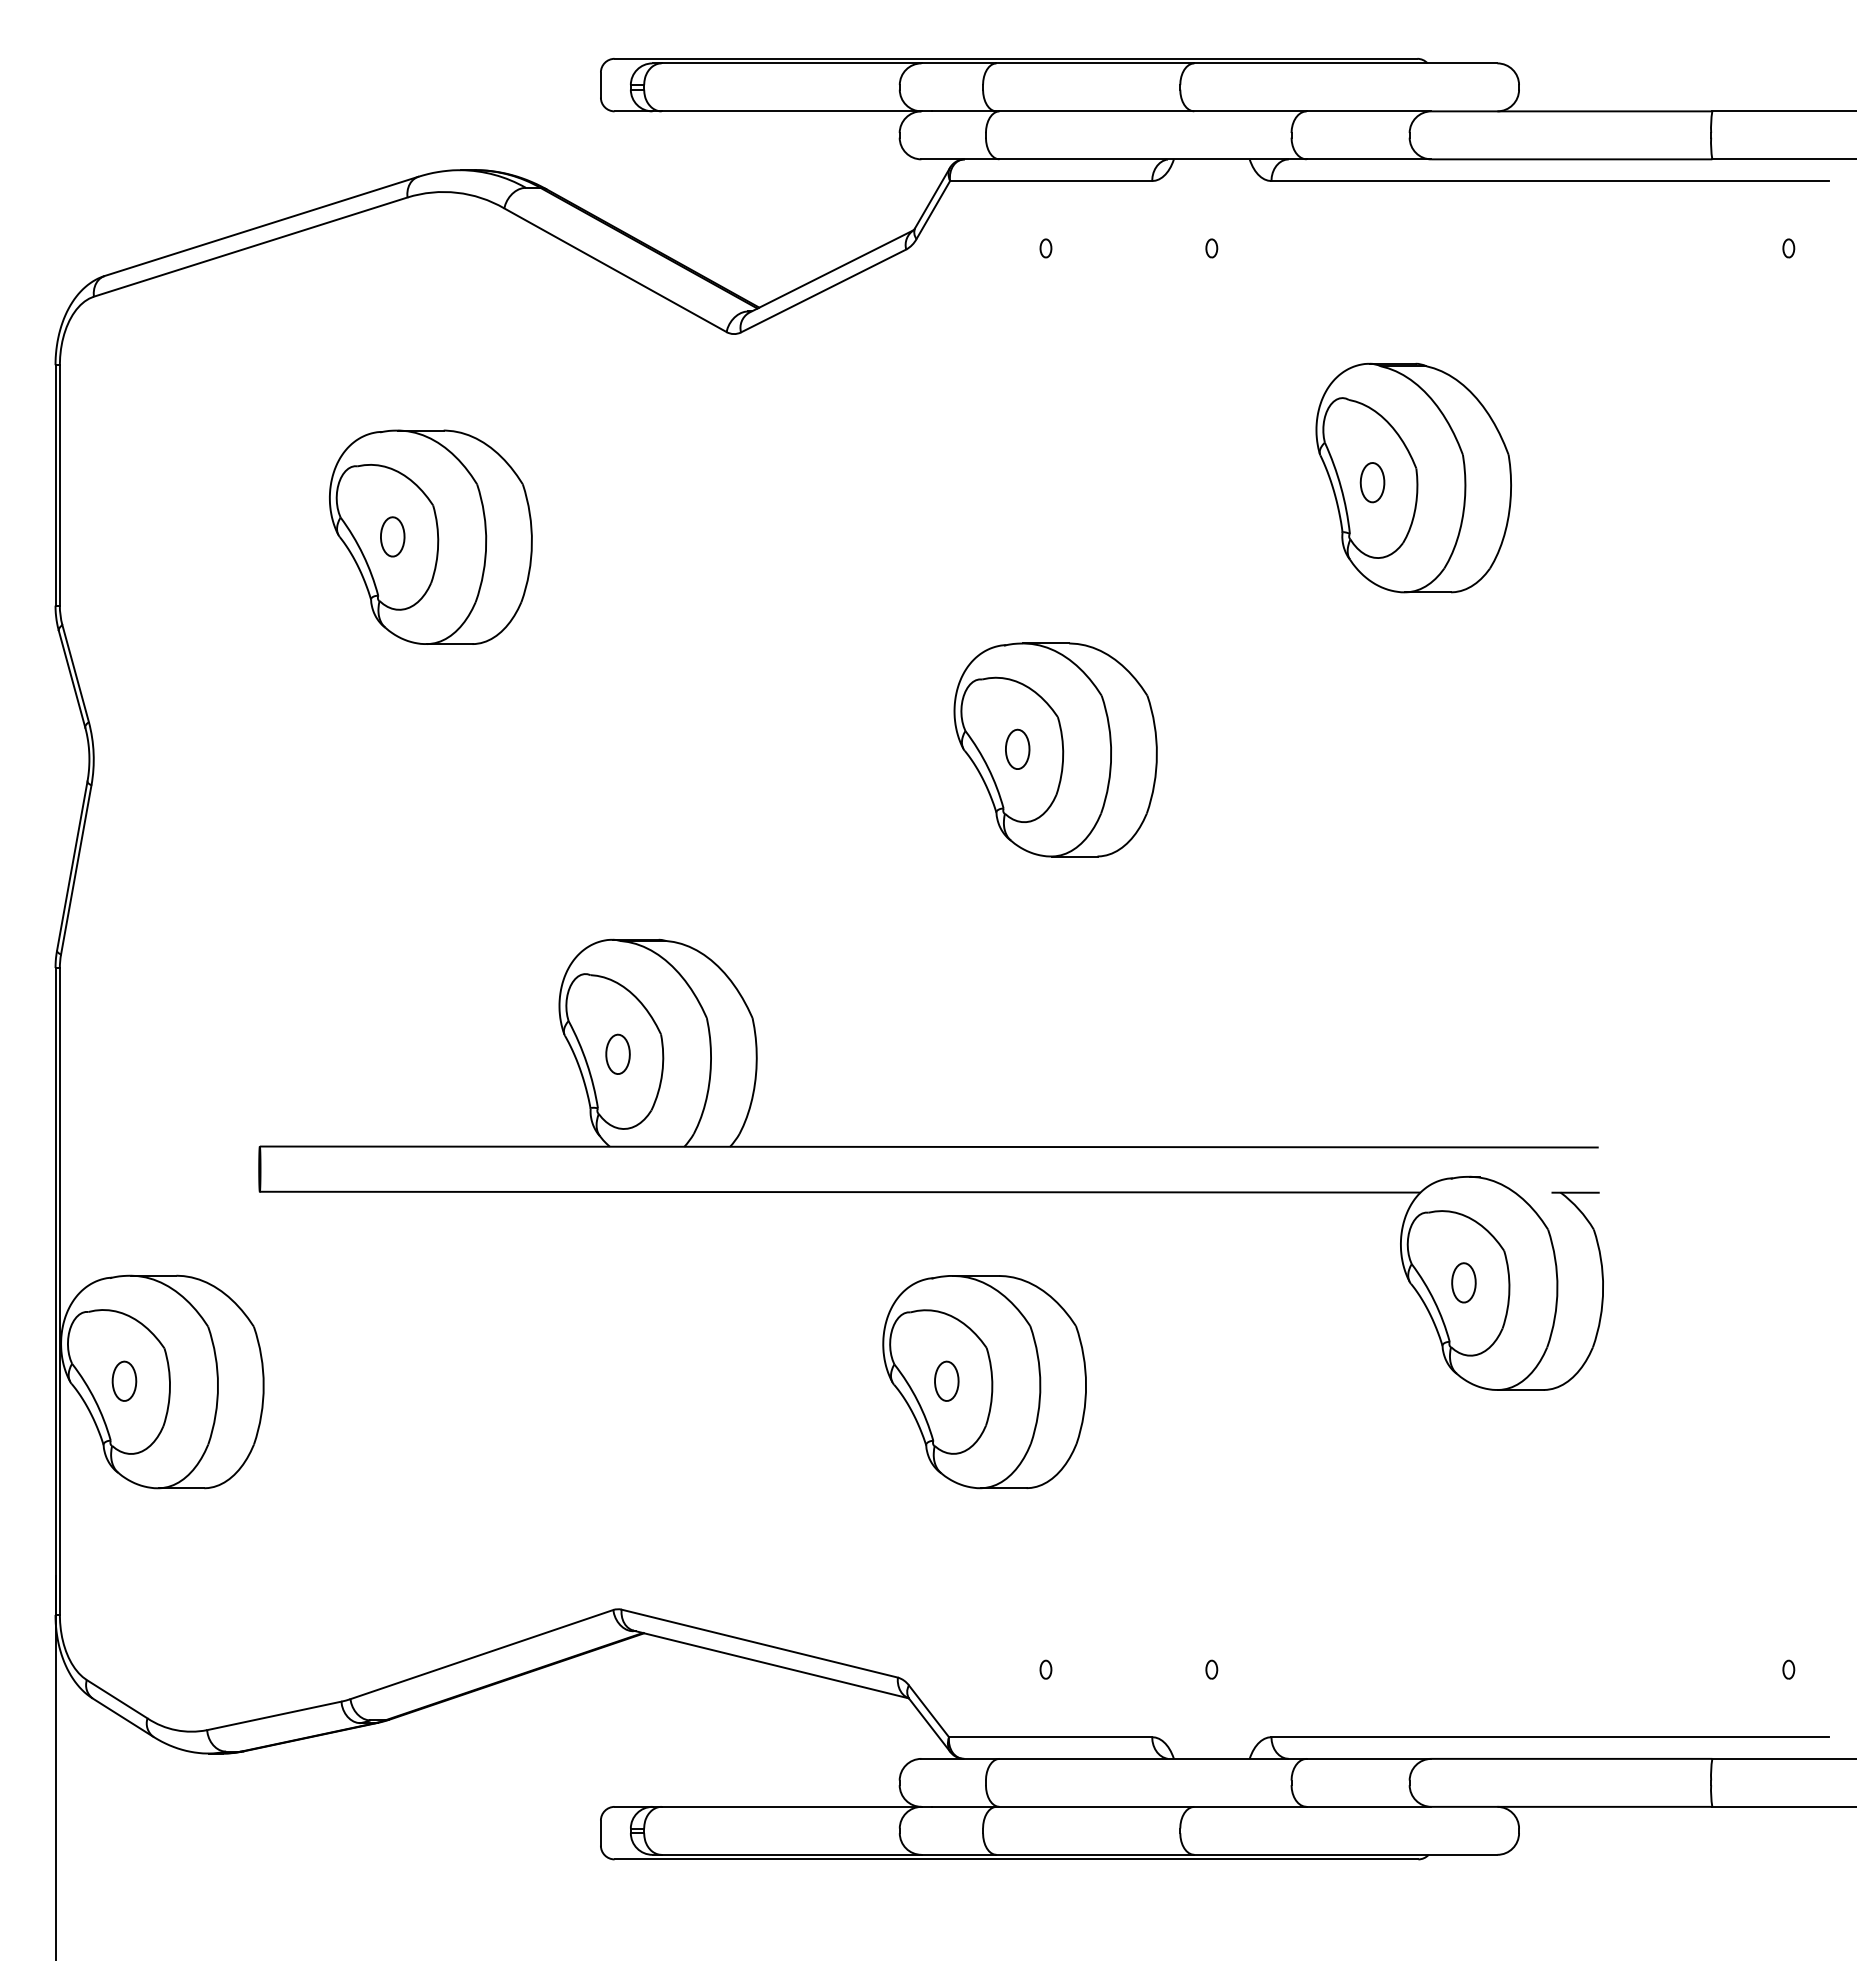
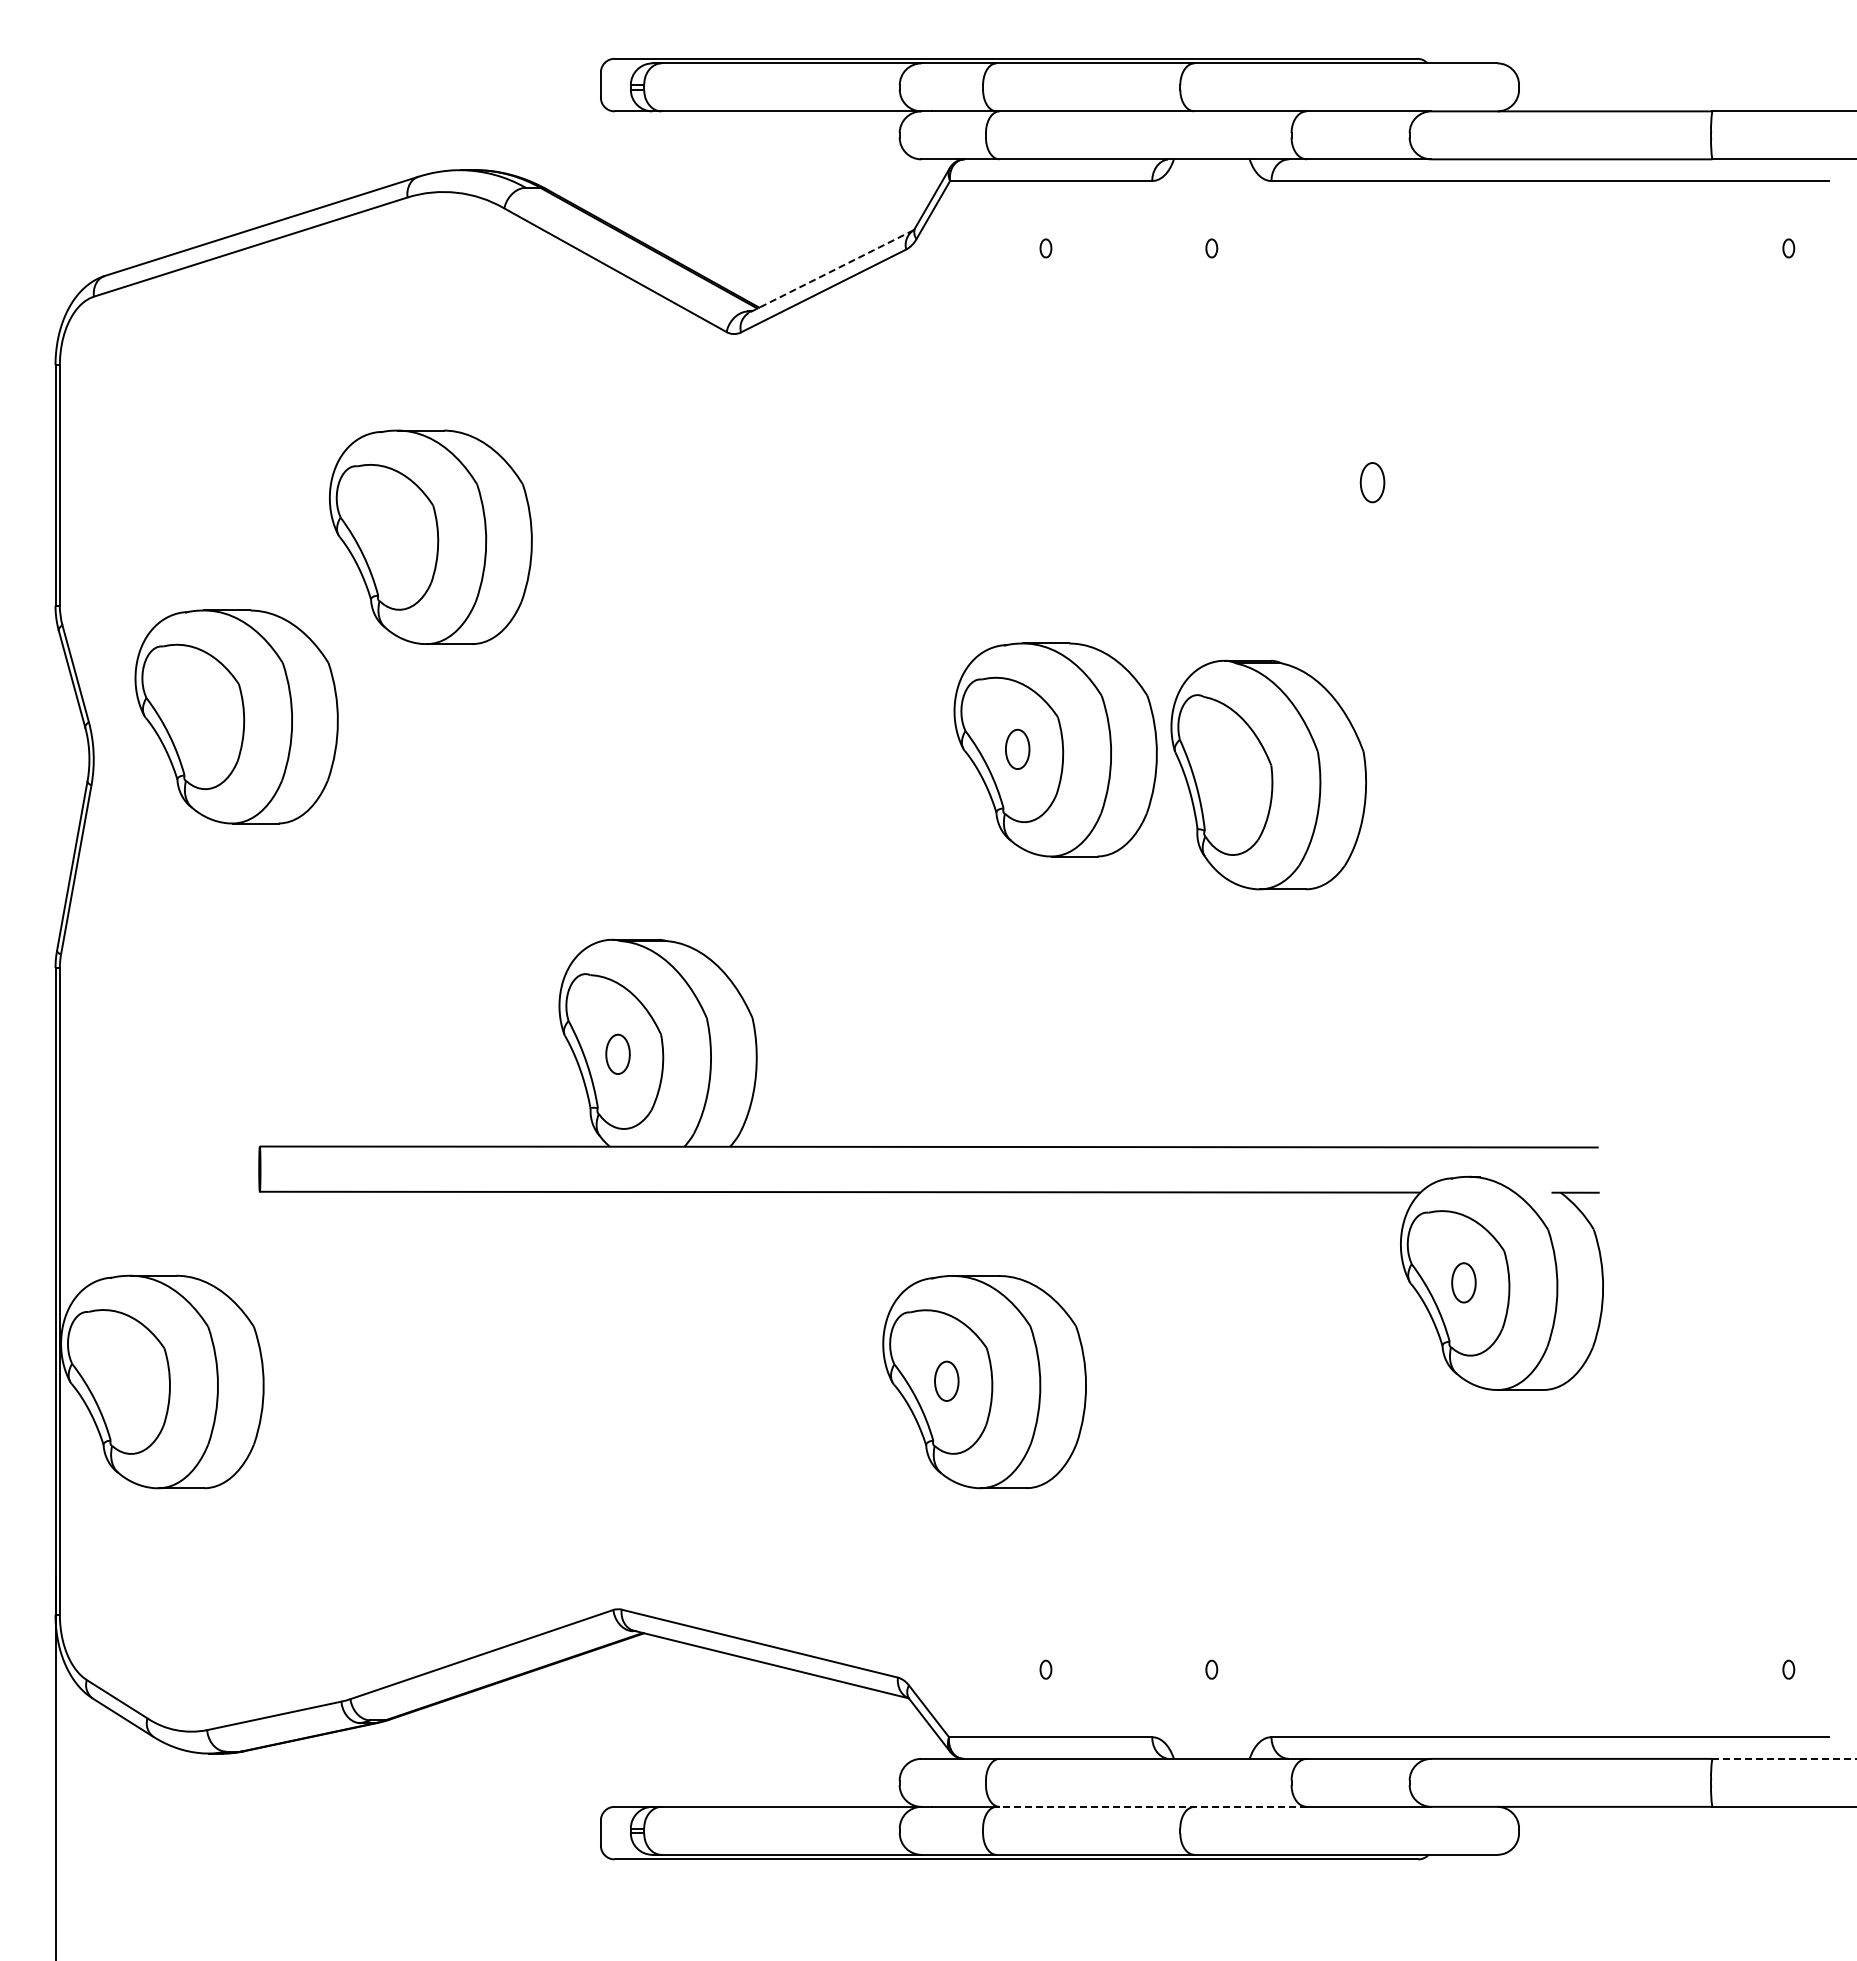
line at (830, 271): solid -> dashed
part at (1413, 477) position: (1413, 477) -> (1268, 774)
part at (392, 536): present -> none
part at (236, 716): none -> present
part at (124, 1380): present -> none
line at (1785, 1758): solid -> dashed
line at (1153, 1806): solid -> dashed
